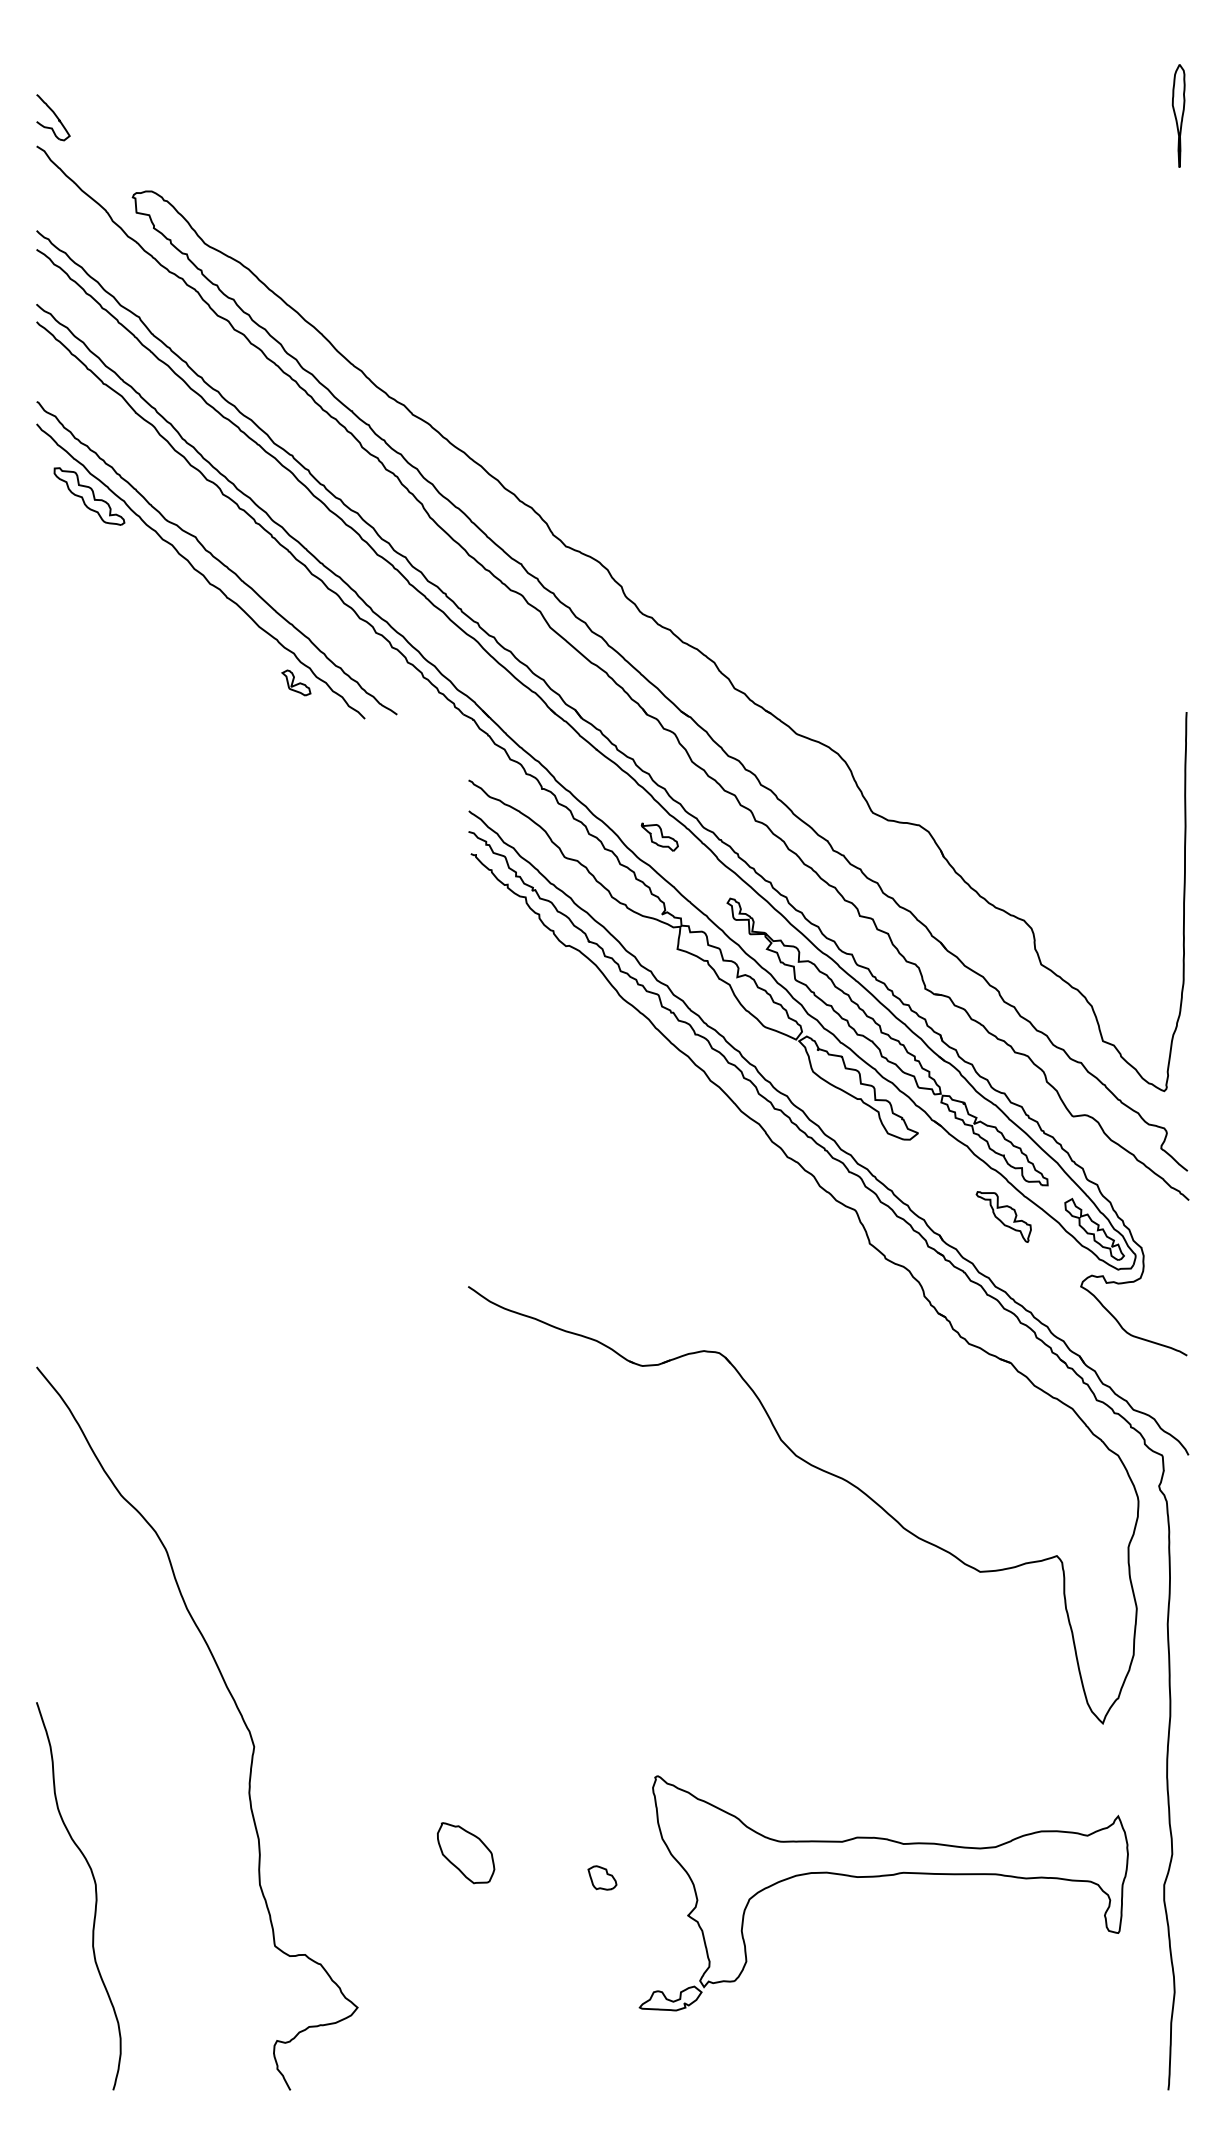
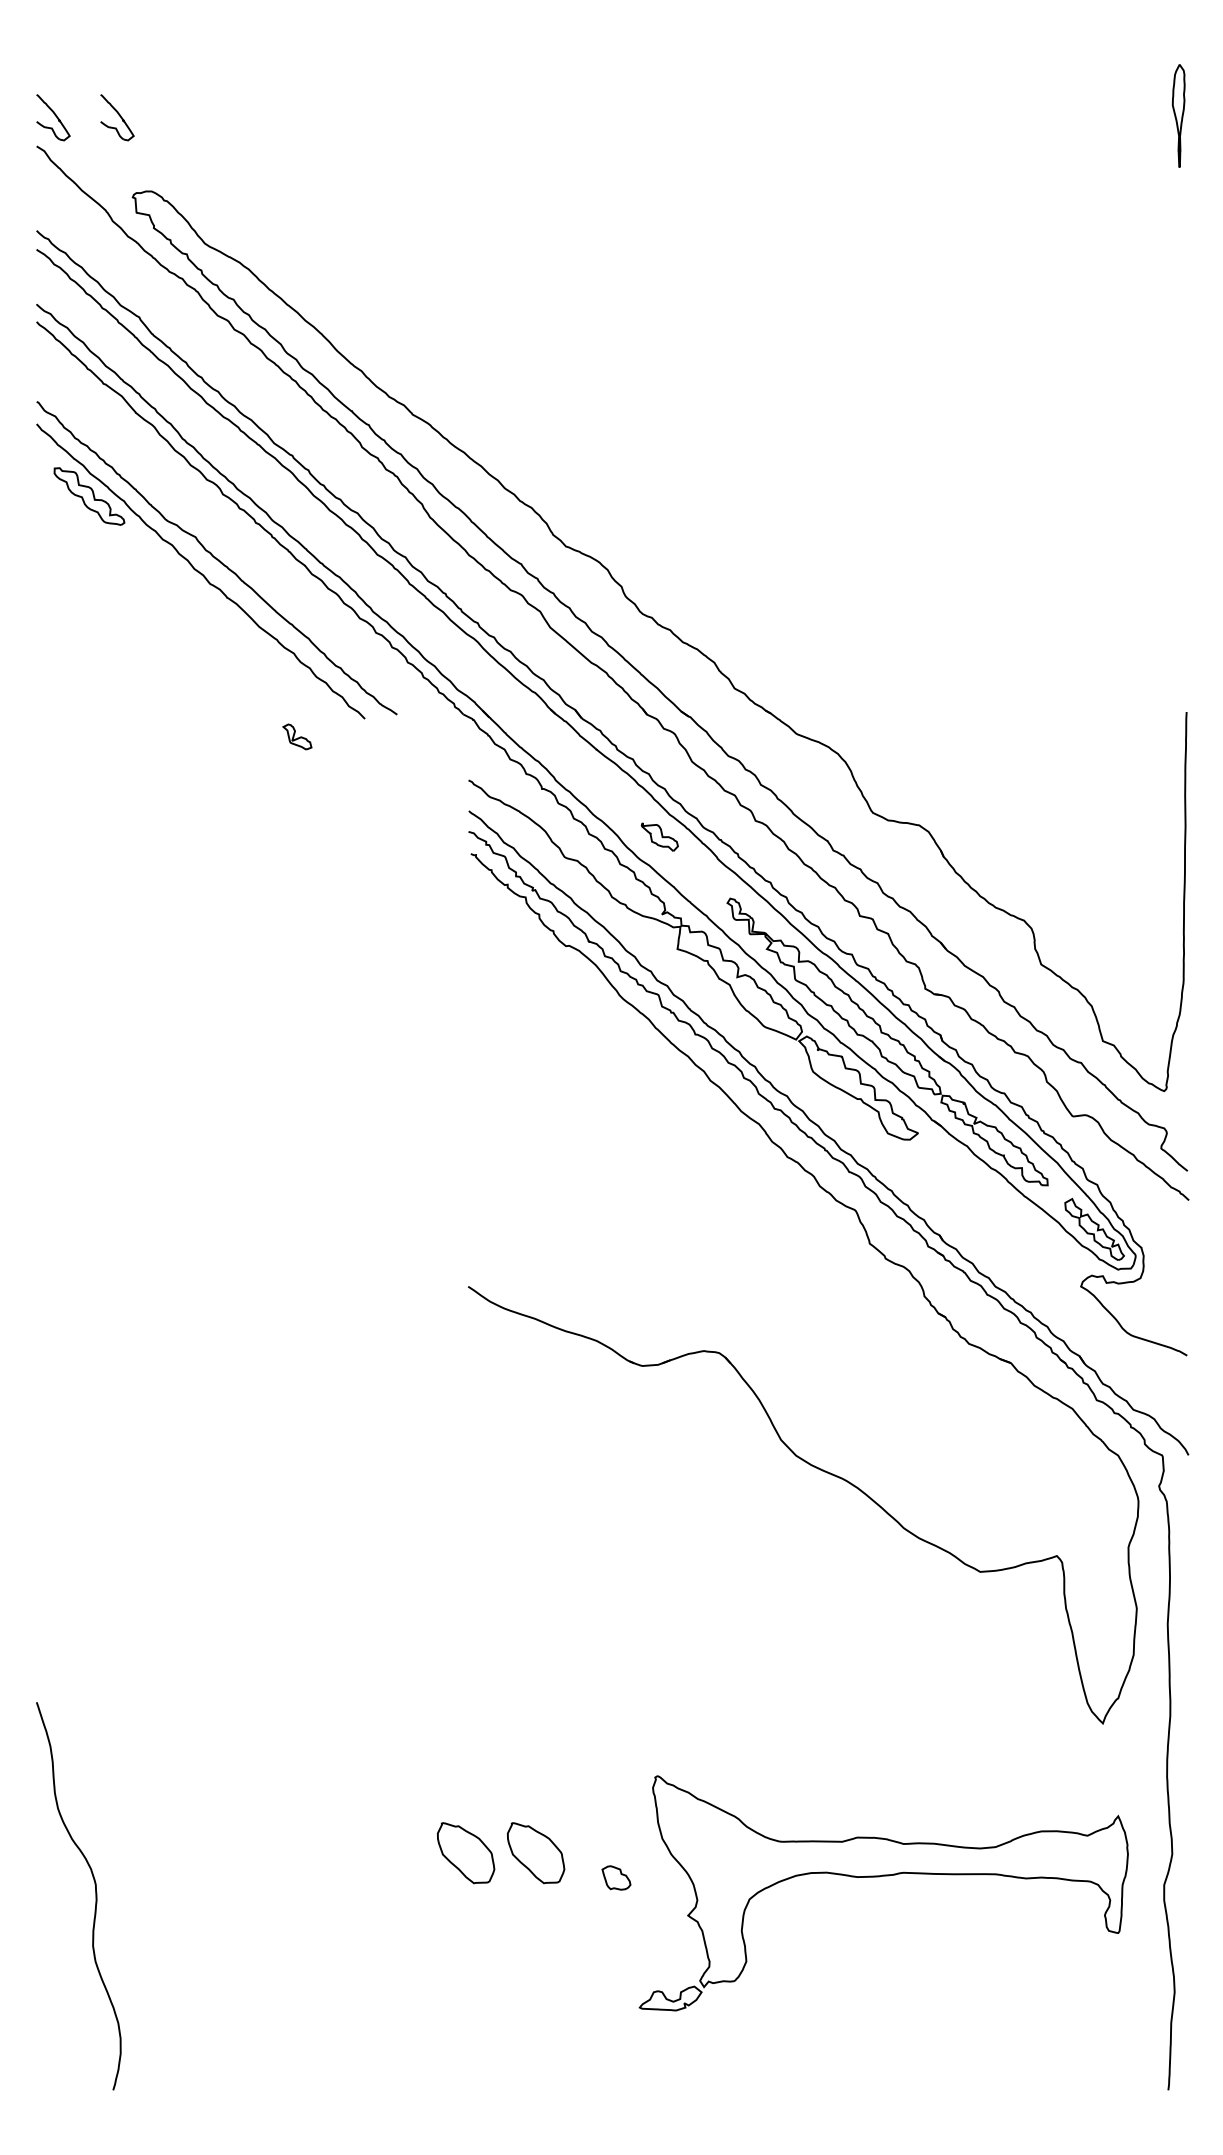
part at (117, 117): none -> present
part at (296, 682) position: (296, 682) -> (297, 736)
part at (1003, 1216): present -> none
curve at (236, 1708): present -> none
part at (536, 1853): none -> present
part at (602, 1877) position: (602, 1877) -> (616, 1877)
